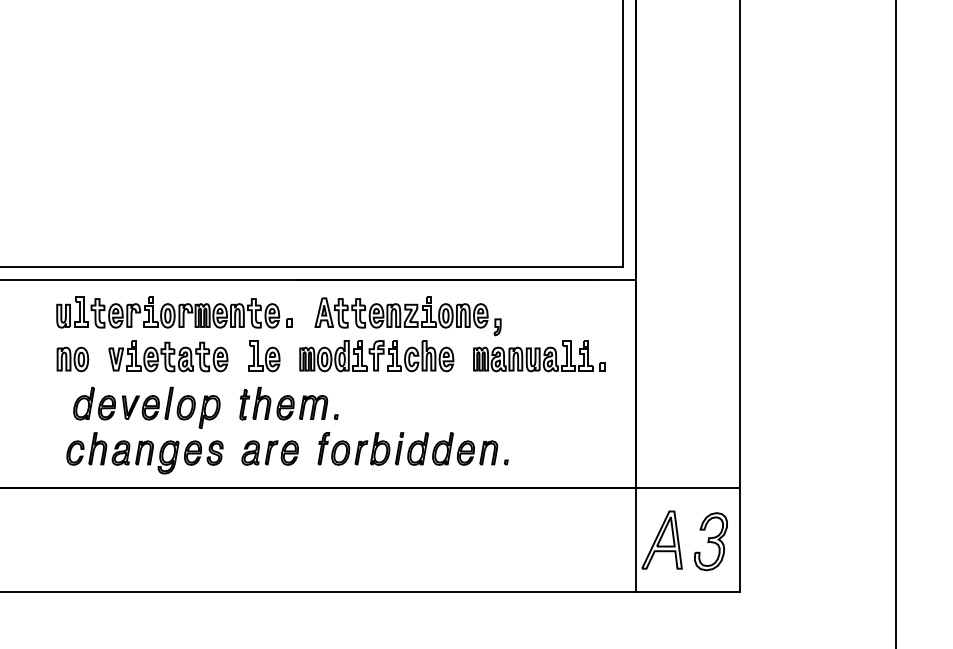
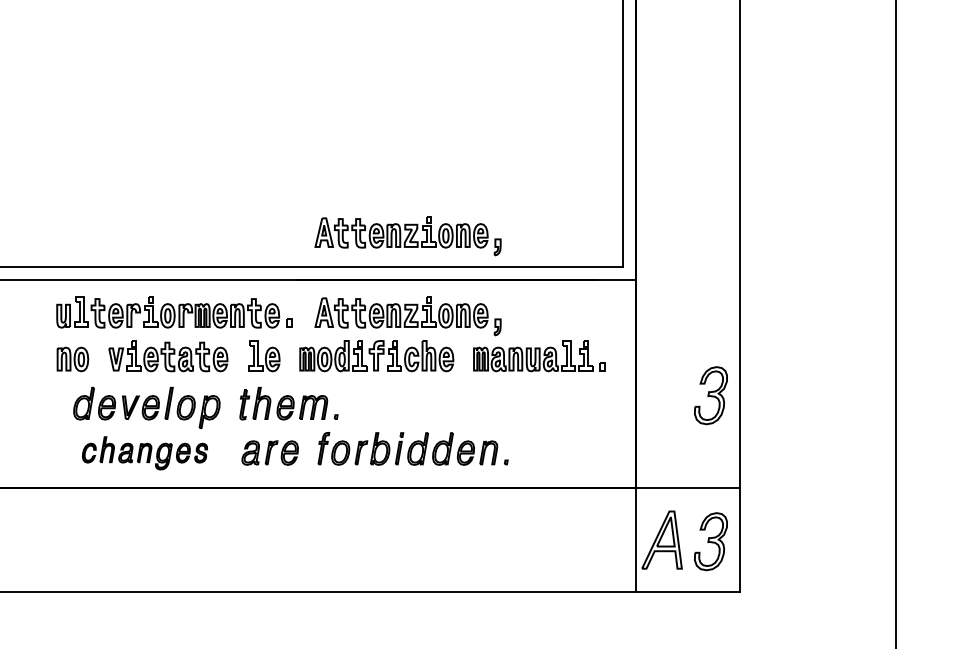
part at (407, 236): none -> present
part at (710, 395): none -> present
part at (144, 453) size: 158x43 px -> 126x35 px
